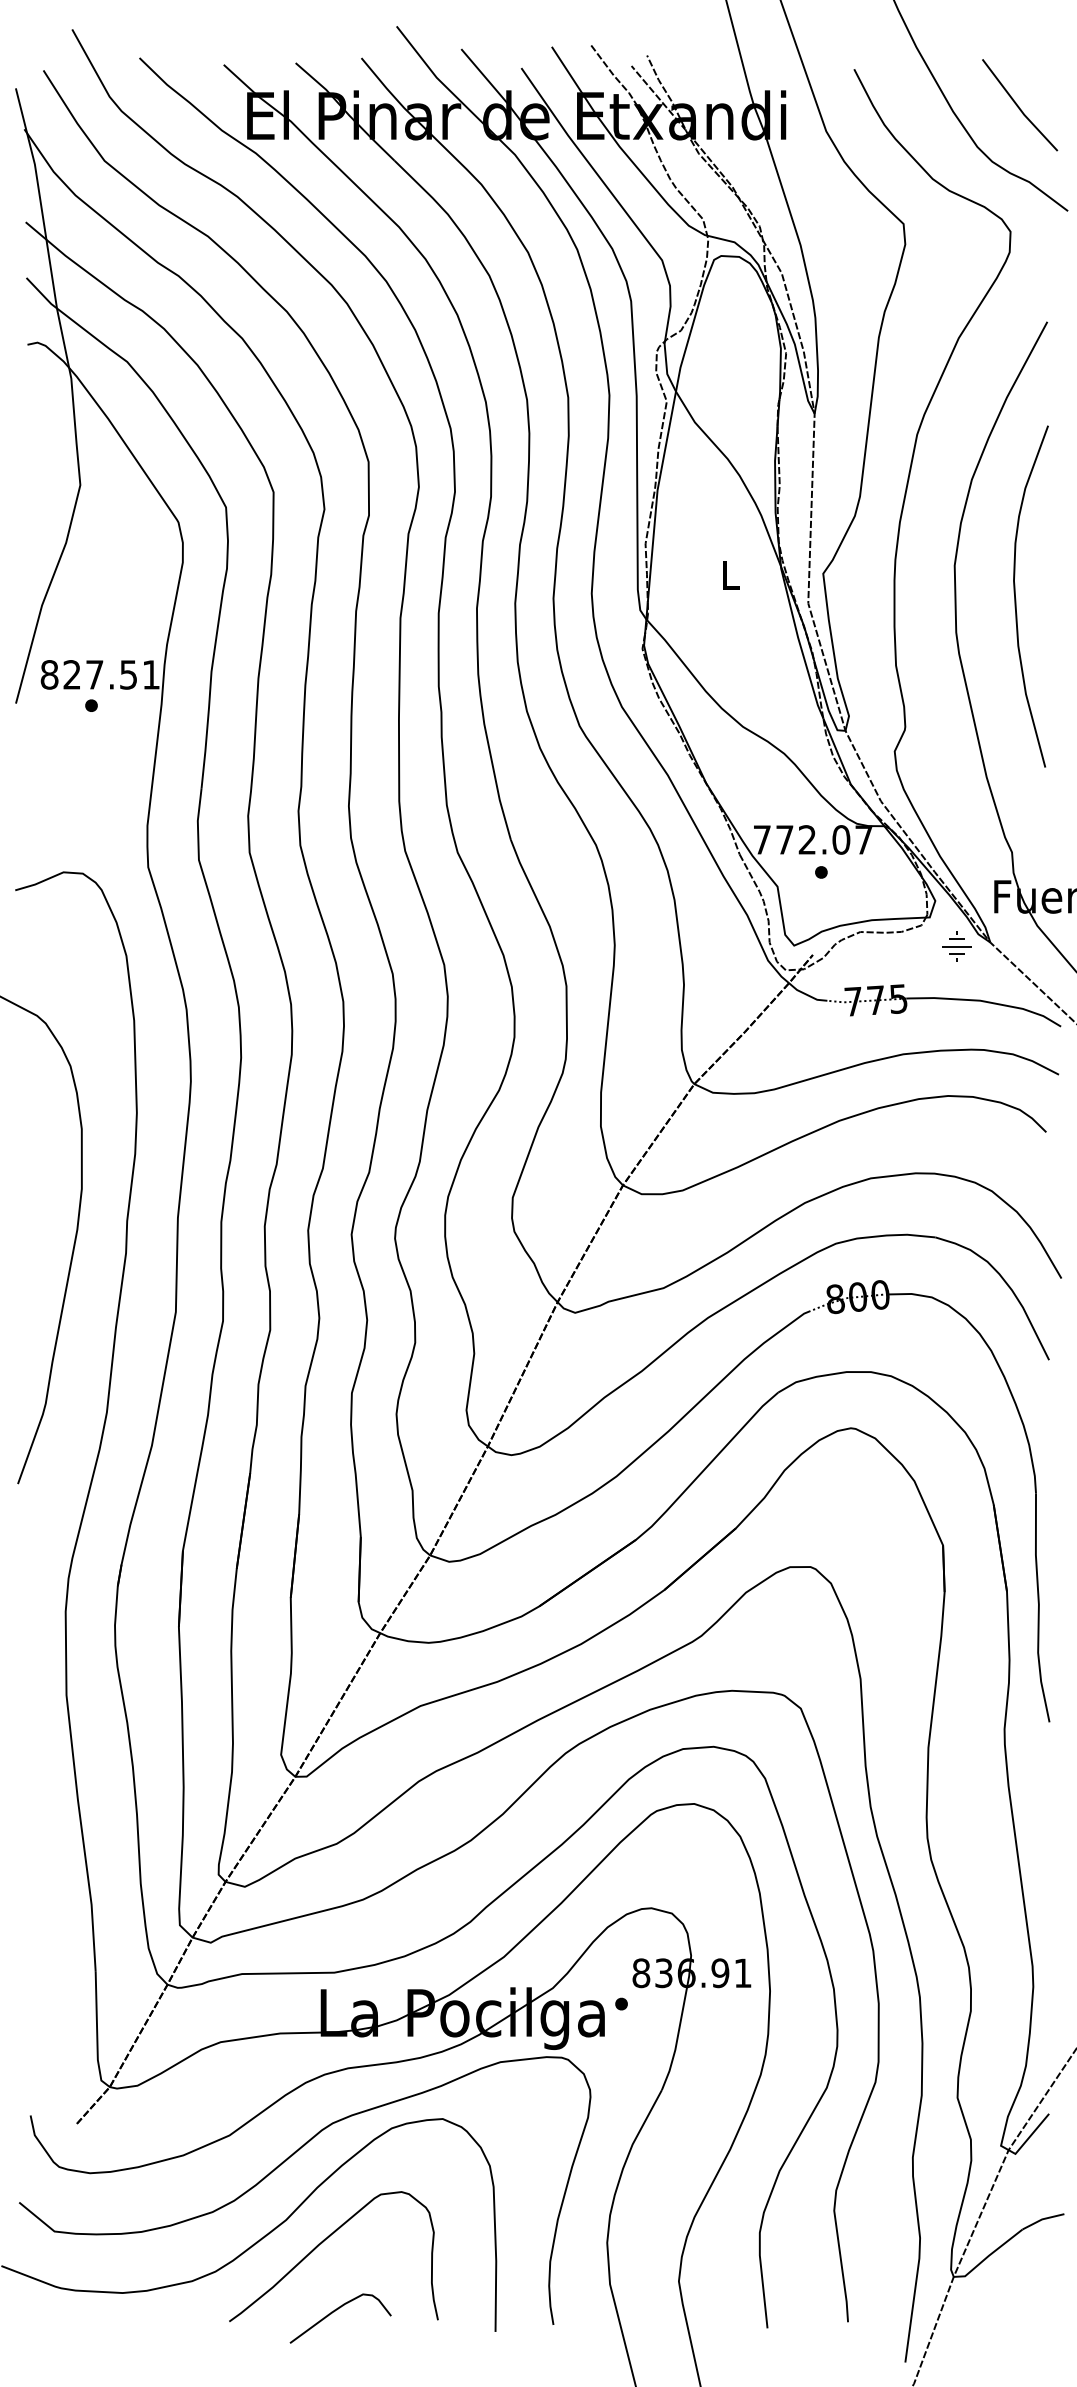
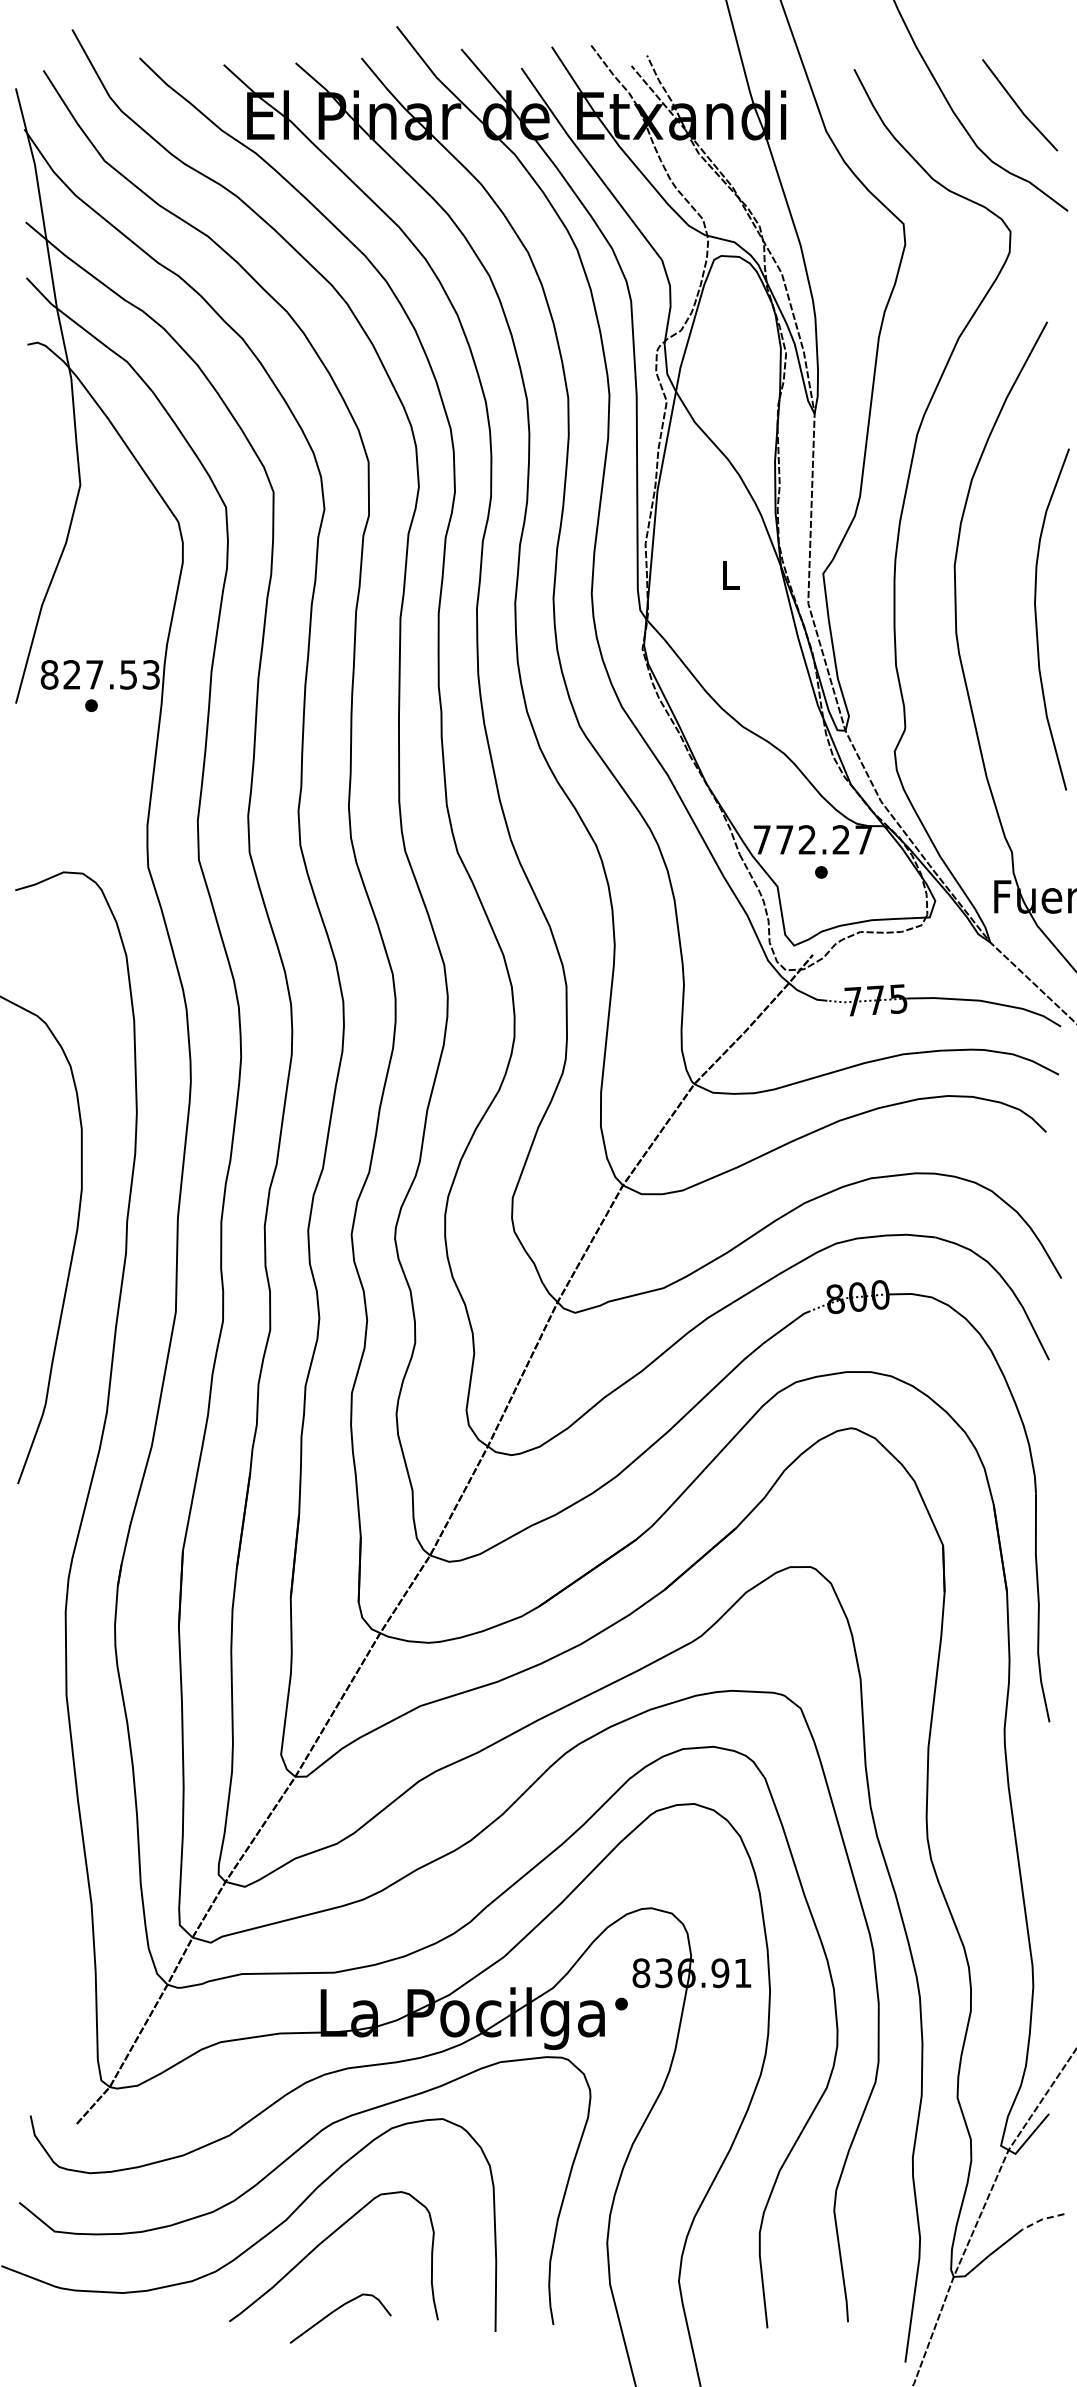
curve at (1016, 598) position: (1016, 598) -> (1037, 621)
text at (150, 674): 827.51 -> 827.53
text at (841, 839): 772.07 -> 772.27
part at (956, 946): present -> none
line at (1042, 2219): solid -> dashed
